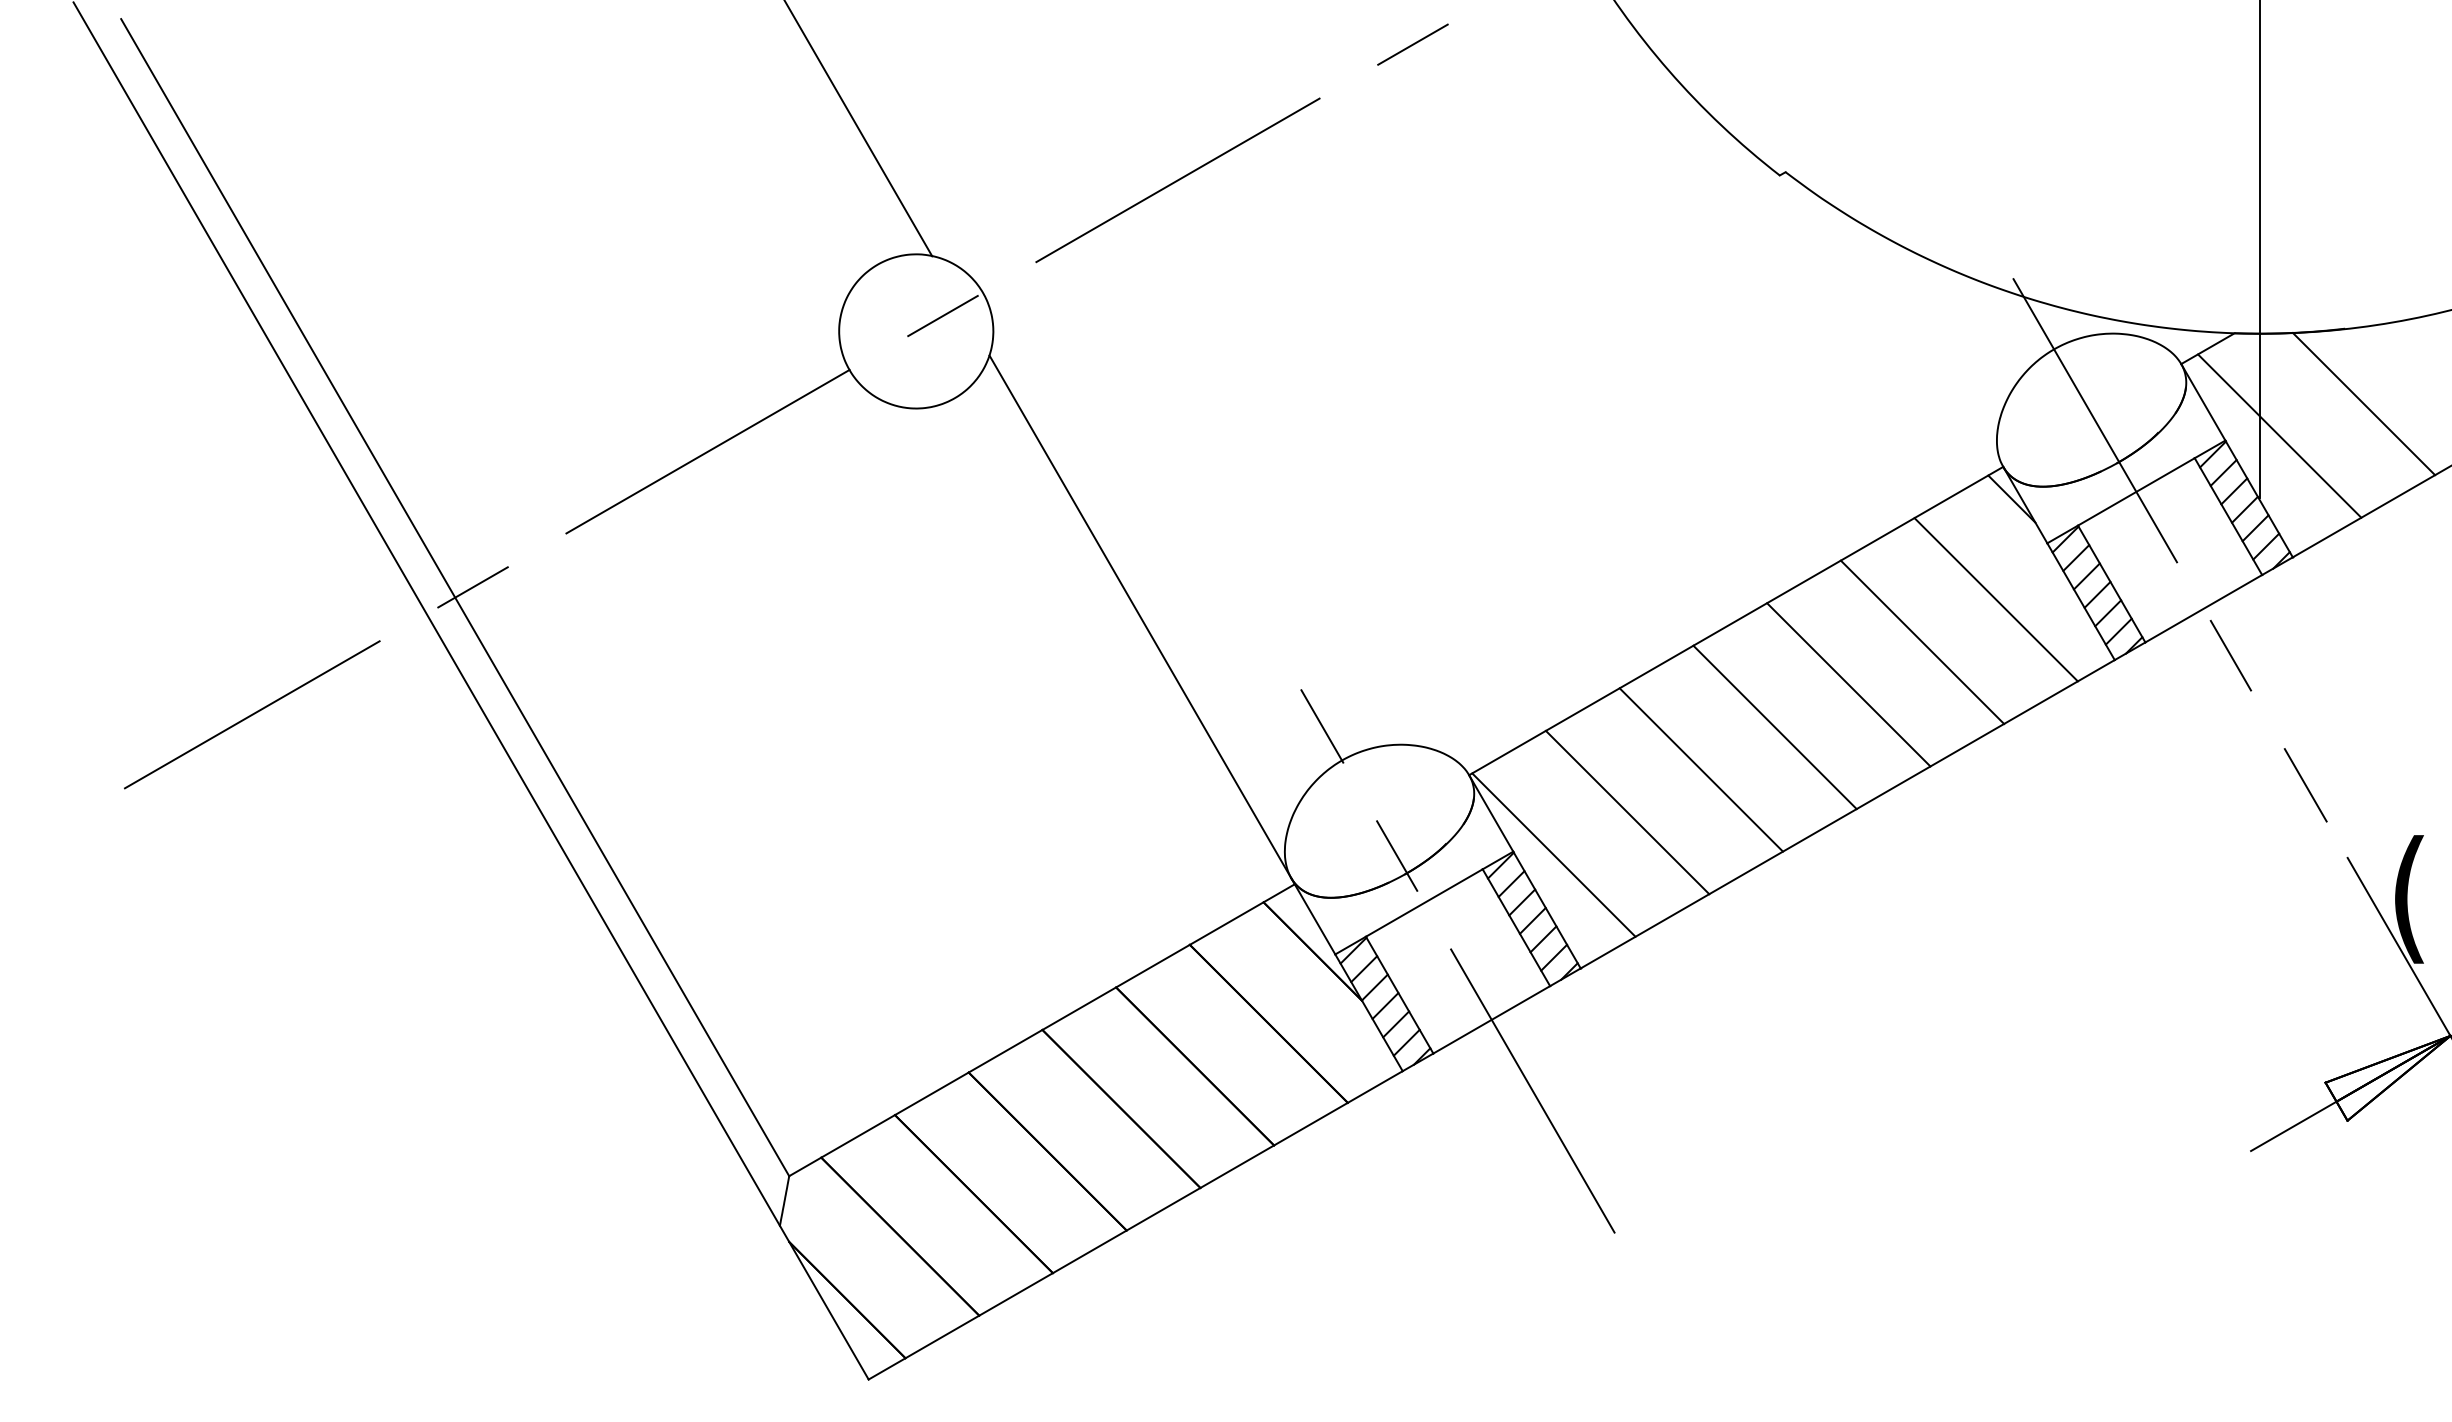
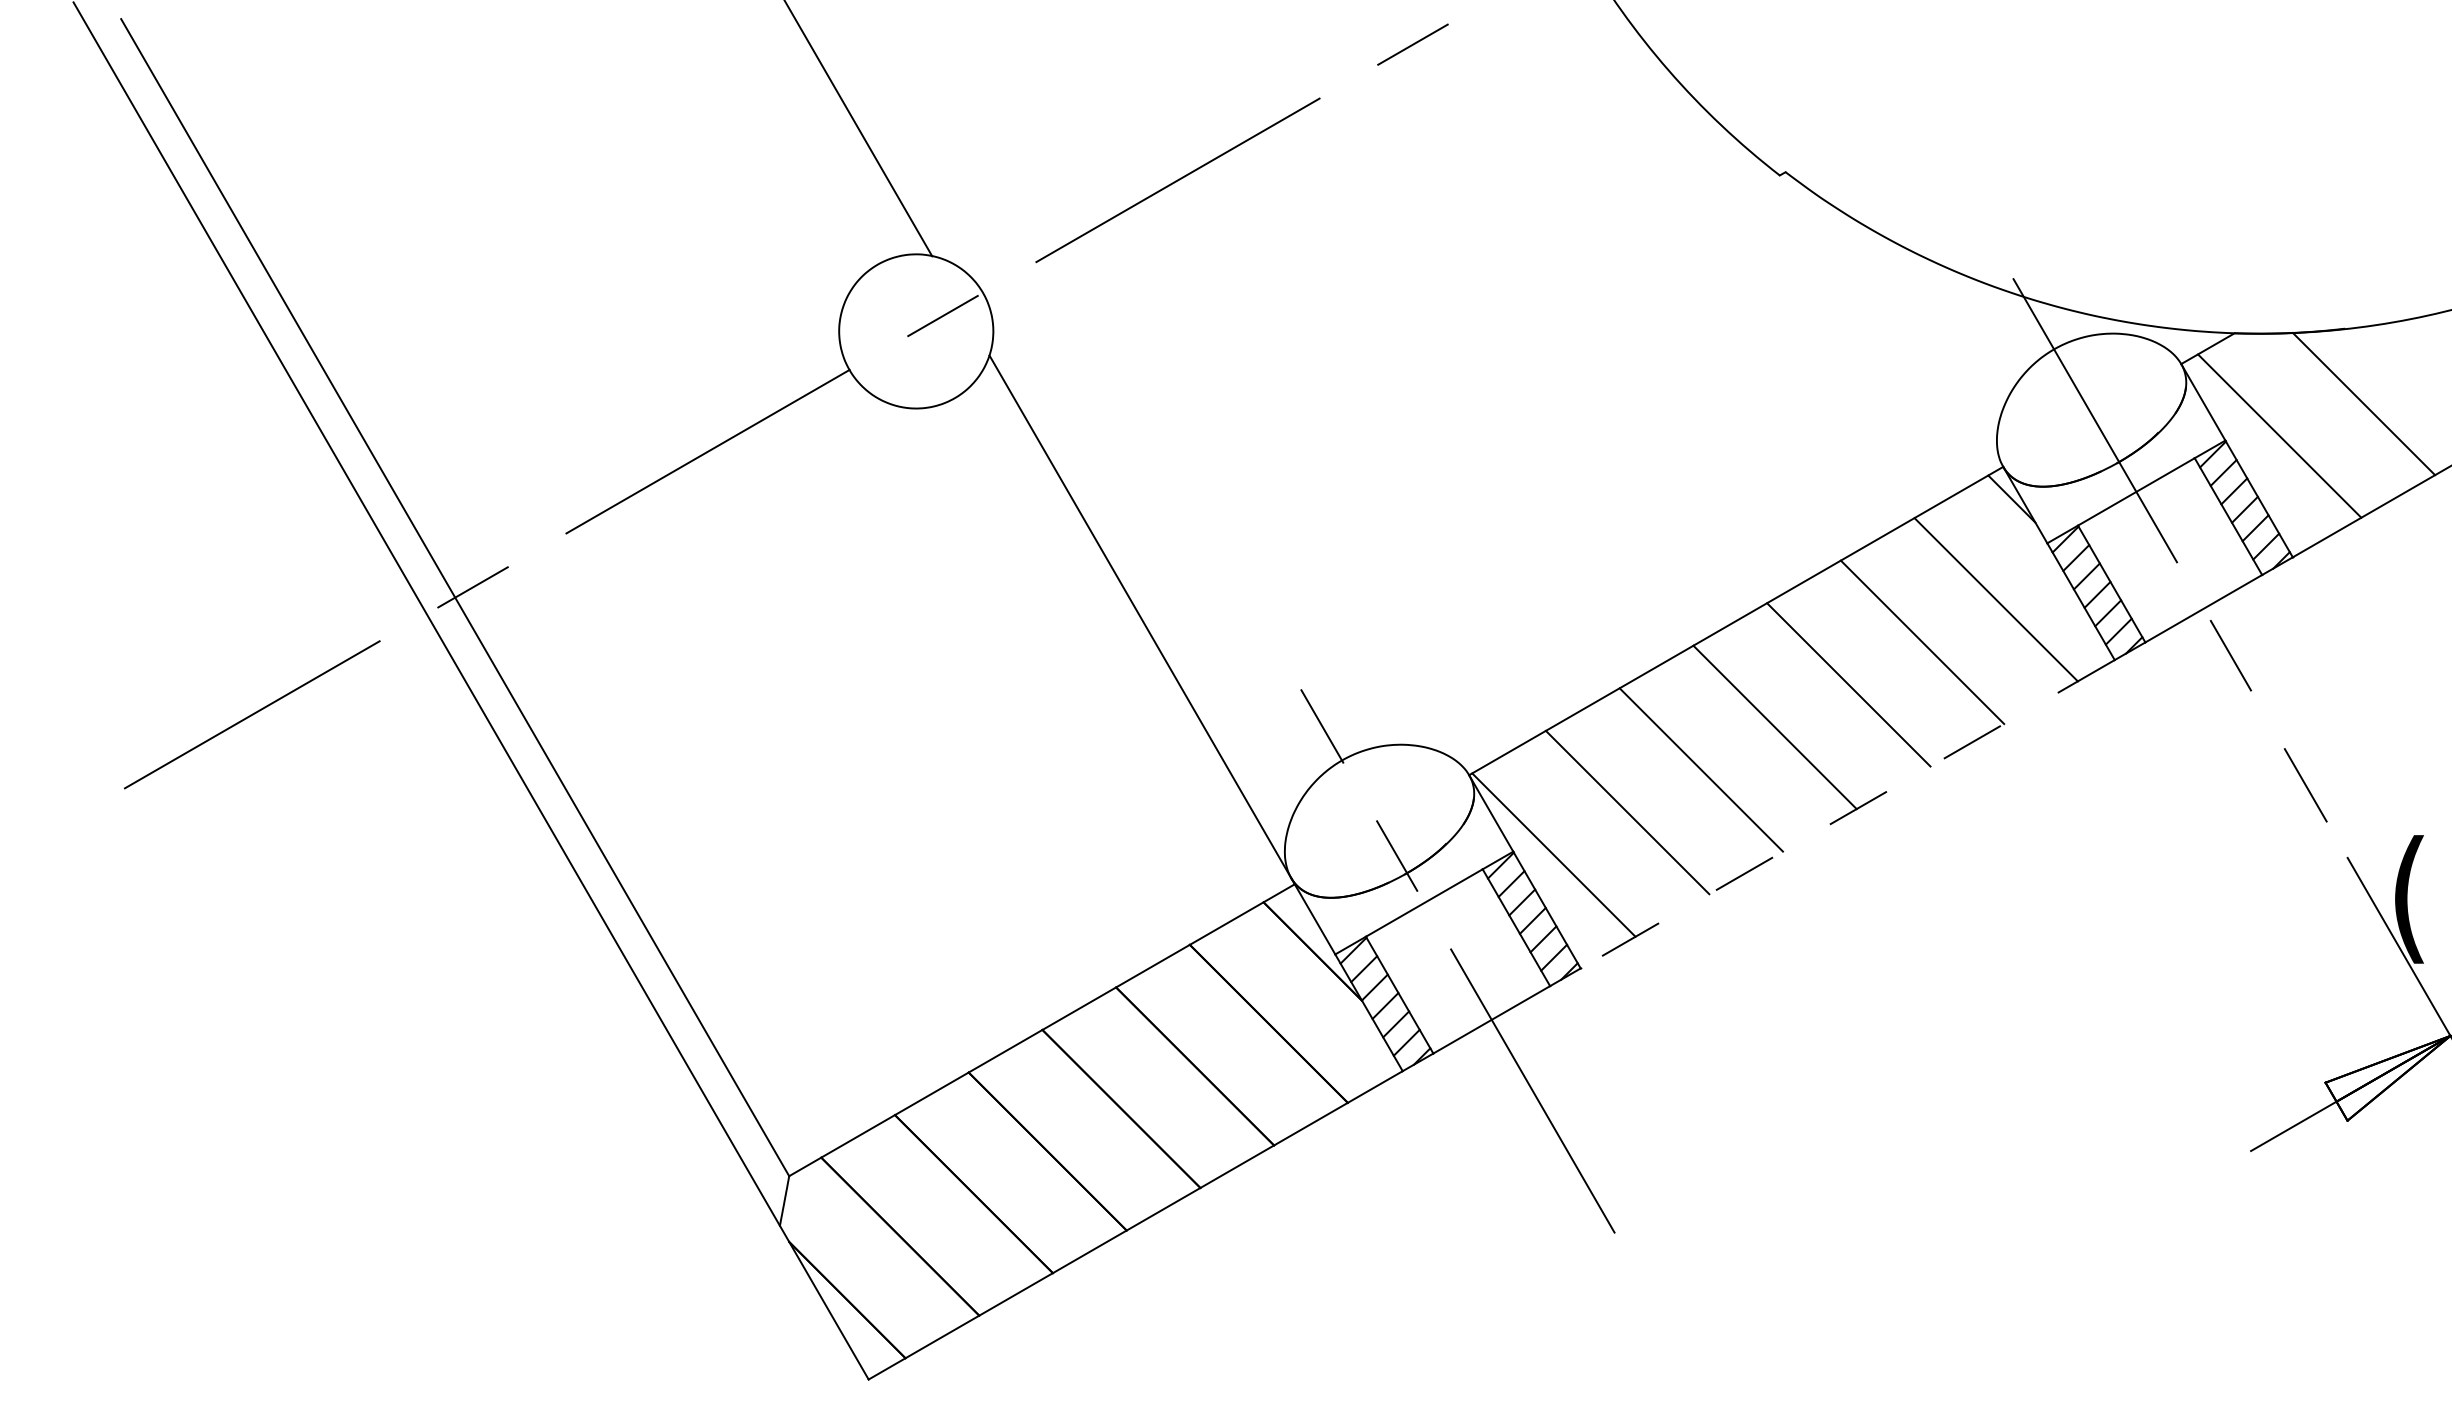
line at (2260, 250): present -> none
line at (1847, 814): solid -> dashed
